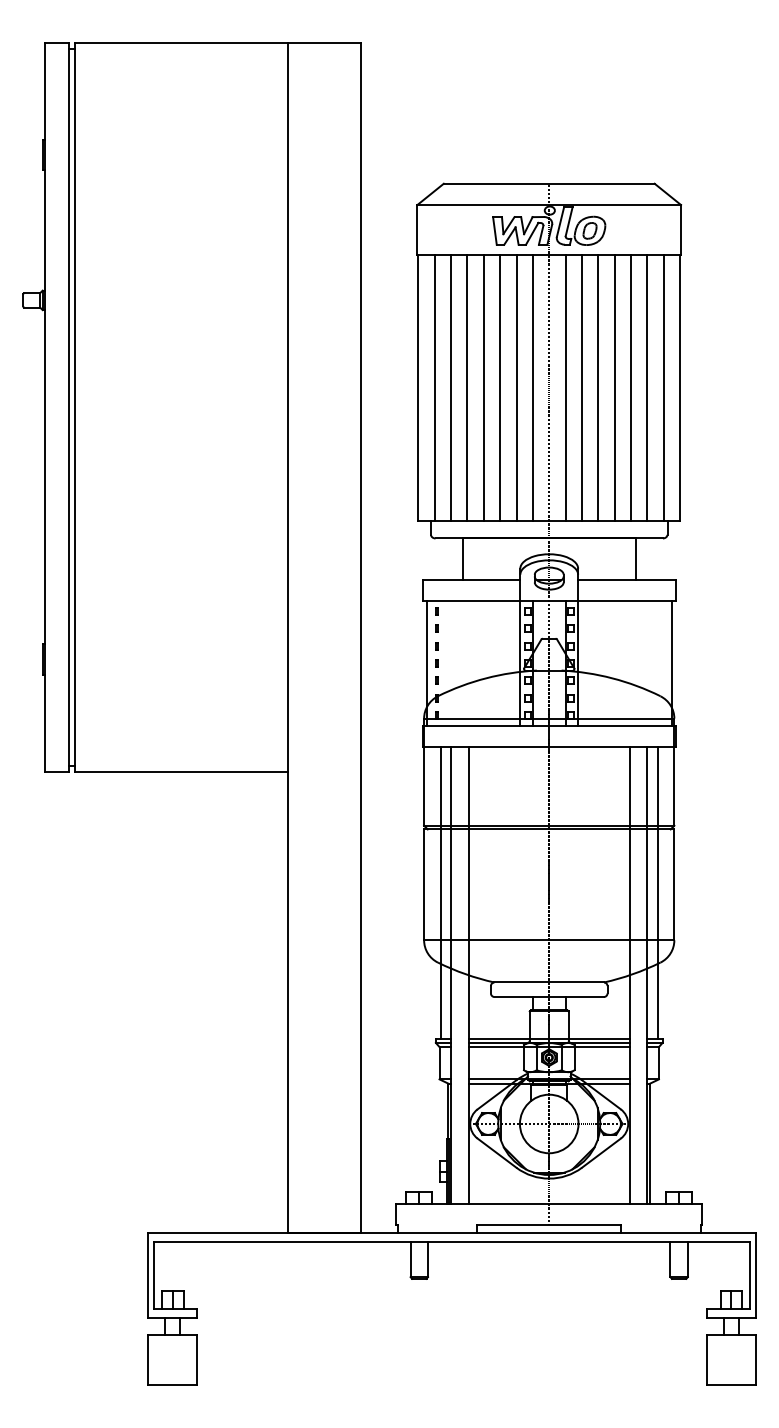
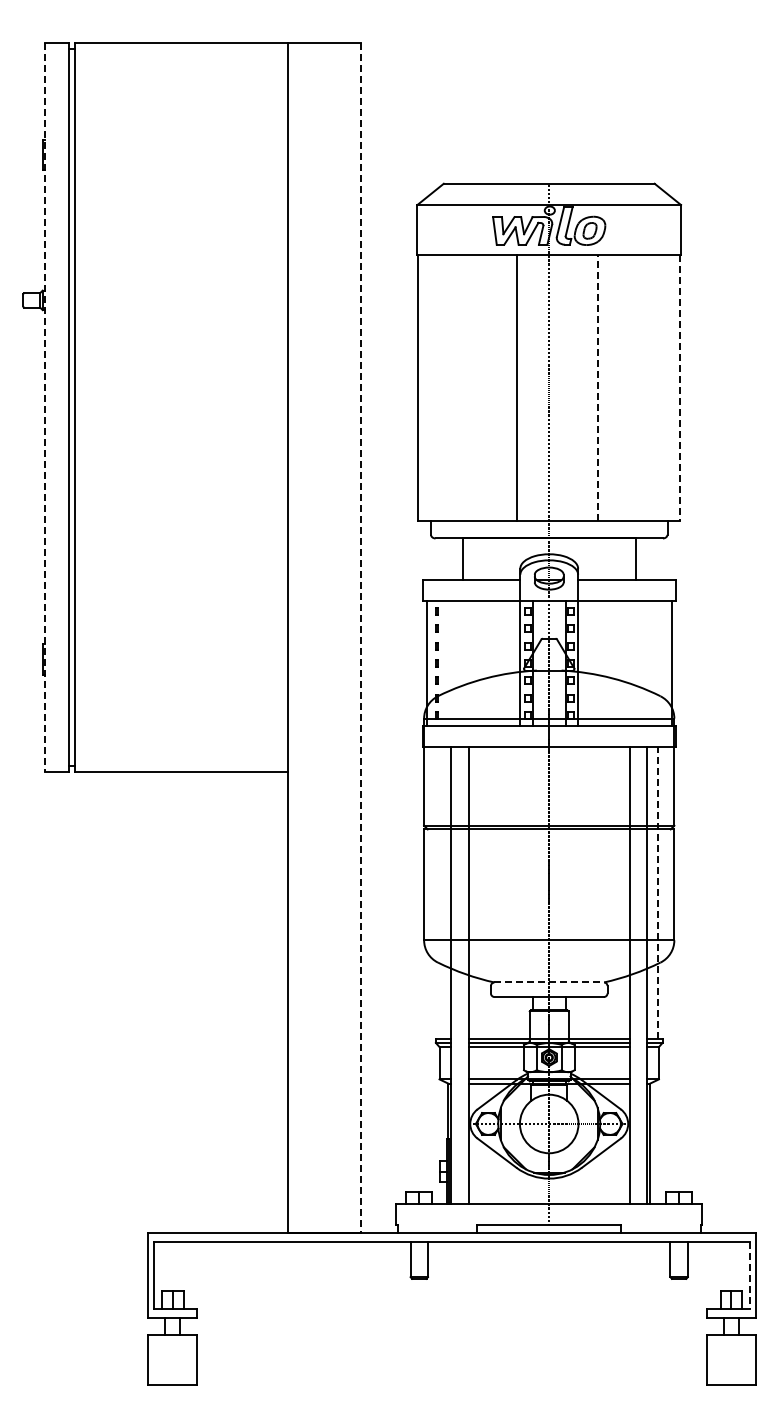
line at (434, 387): present -> none
line at (451, 387): present -> none
line at (467, 387): present -> none
line at (483, 387): present -> none
line at (500, 387): present -> none
line at (532, 387): present -> none
line at (565, 387): present -> none
line at (581, 387): present -> none
line at (598, 387): solid -> dashed
line at (614, 387): present -> none
line at (630, 387): present -> none
line at (647, 387): present -> none
line at (663, 387): present -> none
line at (680, 388): solid -> dashed
line at (45, 407): solid -> dashed
line at (360, 638): solid -> dashed
line at (440, 892): present -> none
line at (657, 892): solid -> dashed
line at (549, 982): solid -> dashed
line at (749, 1275): solid -> dashed
